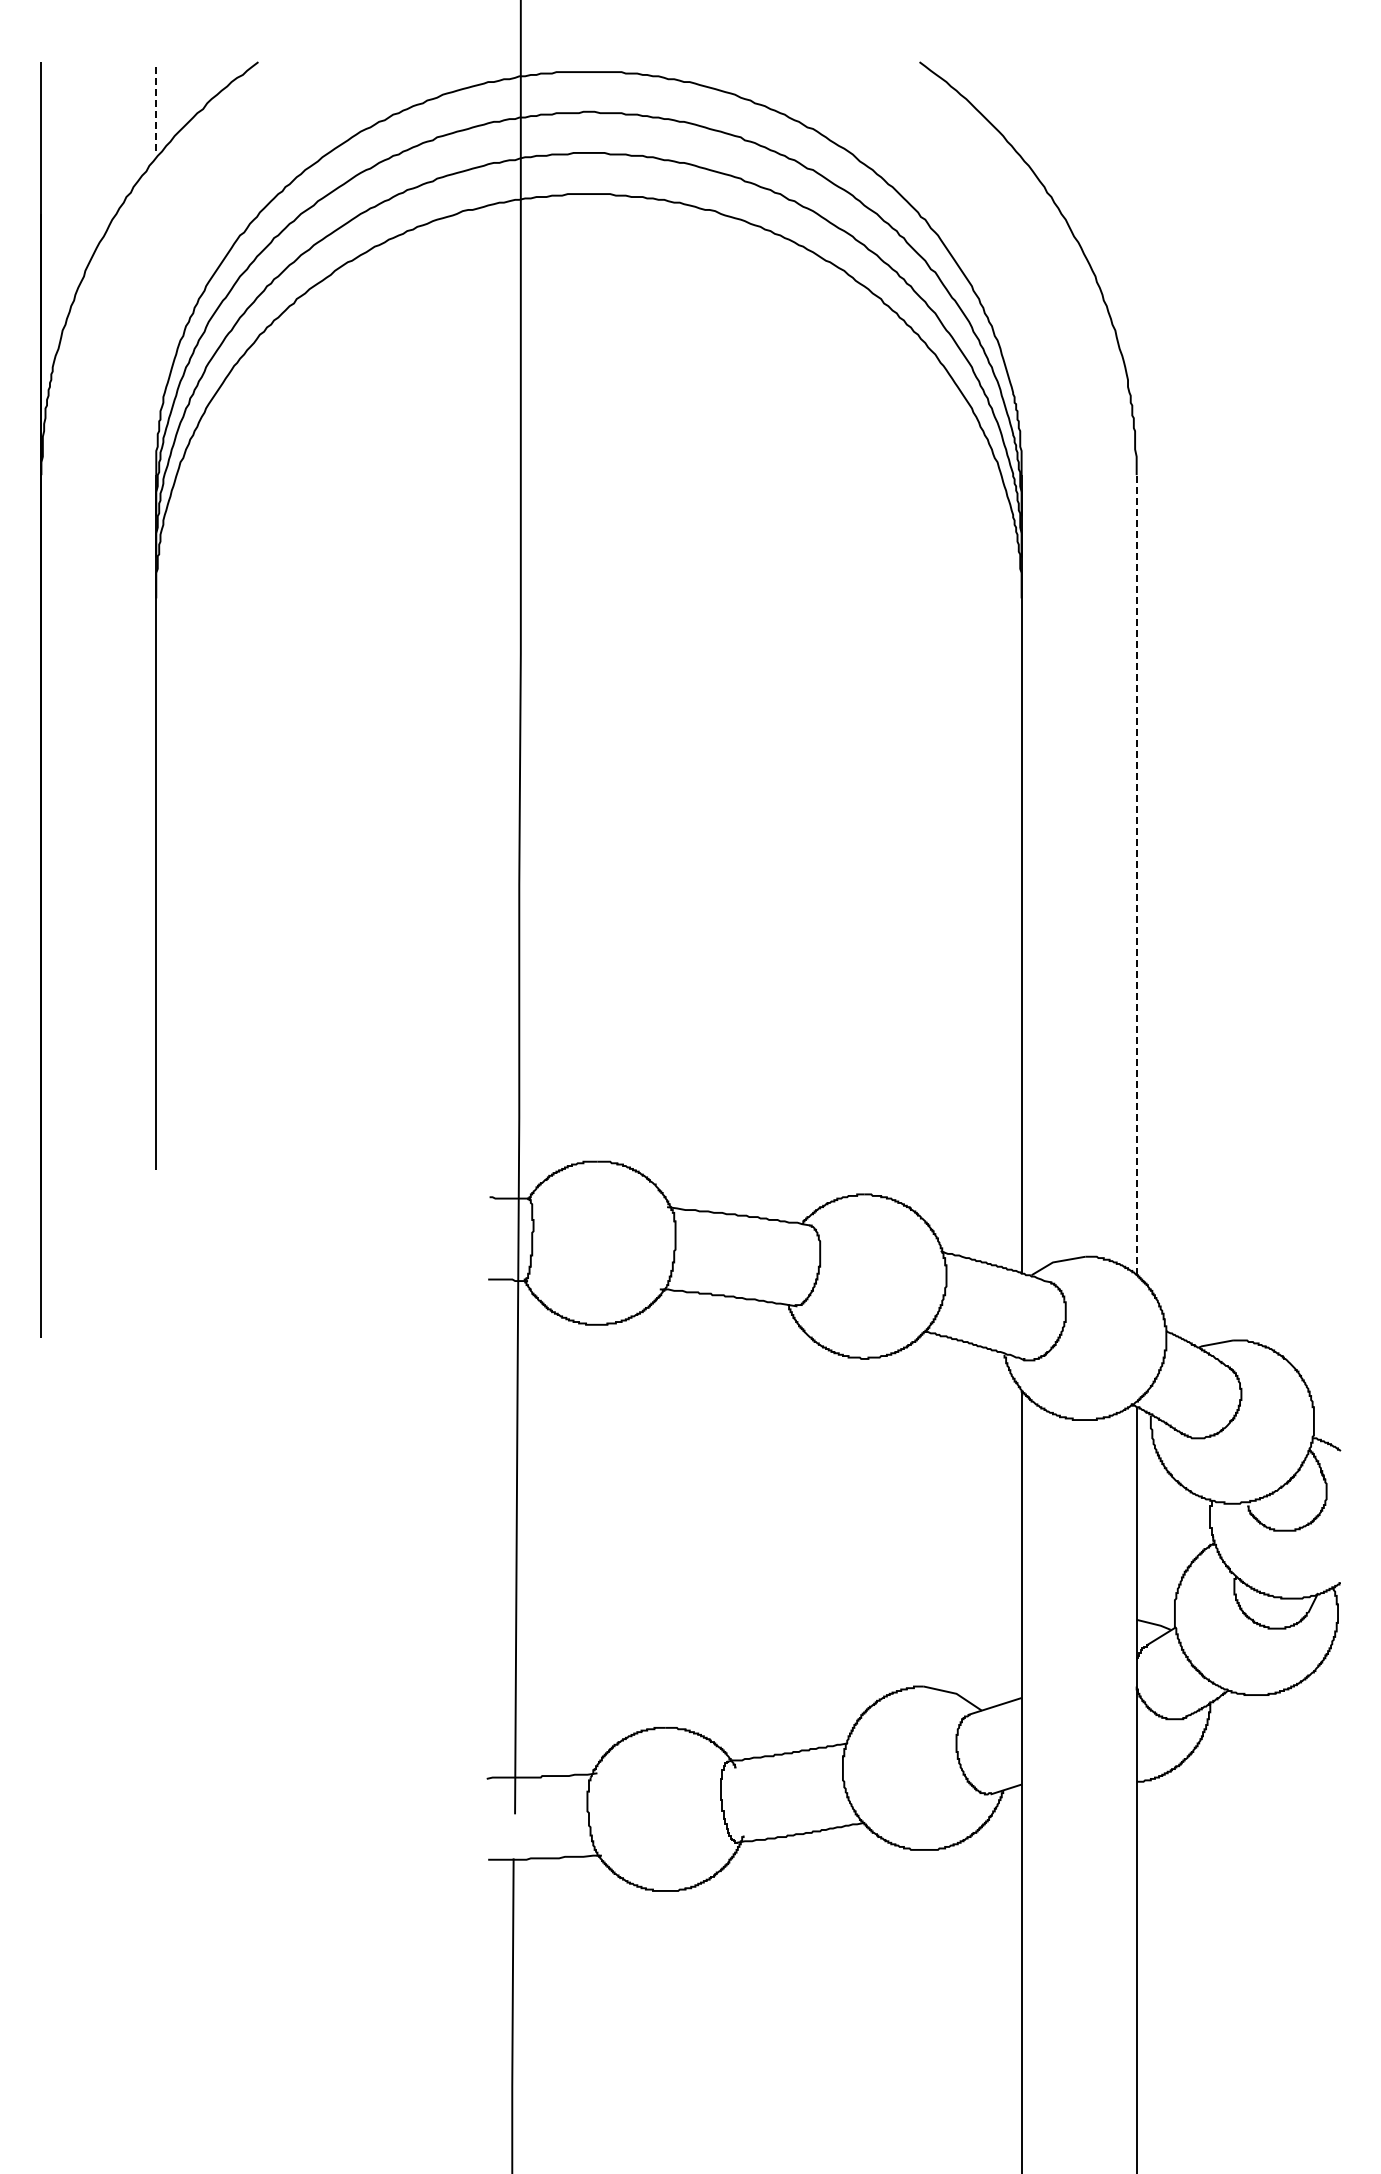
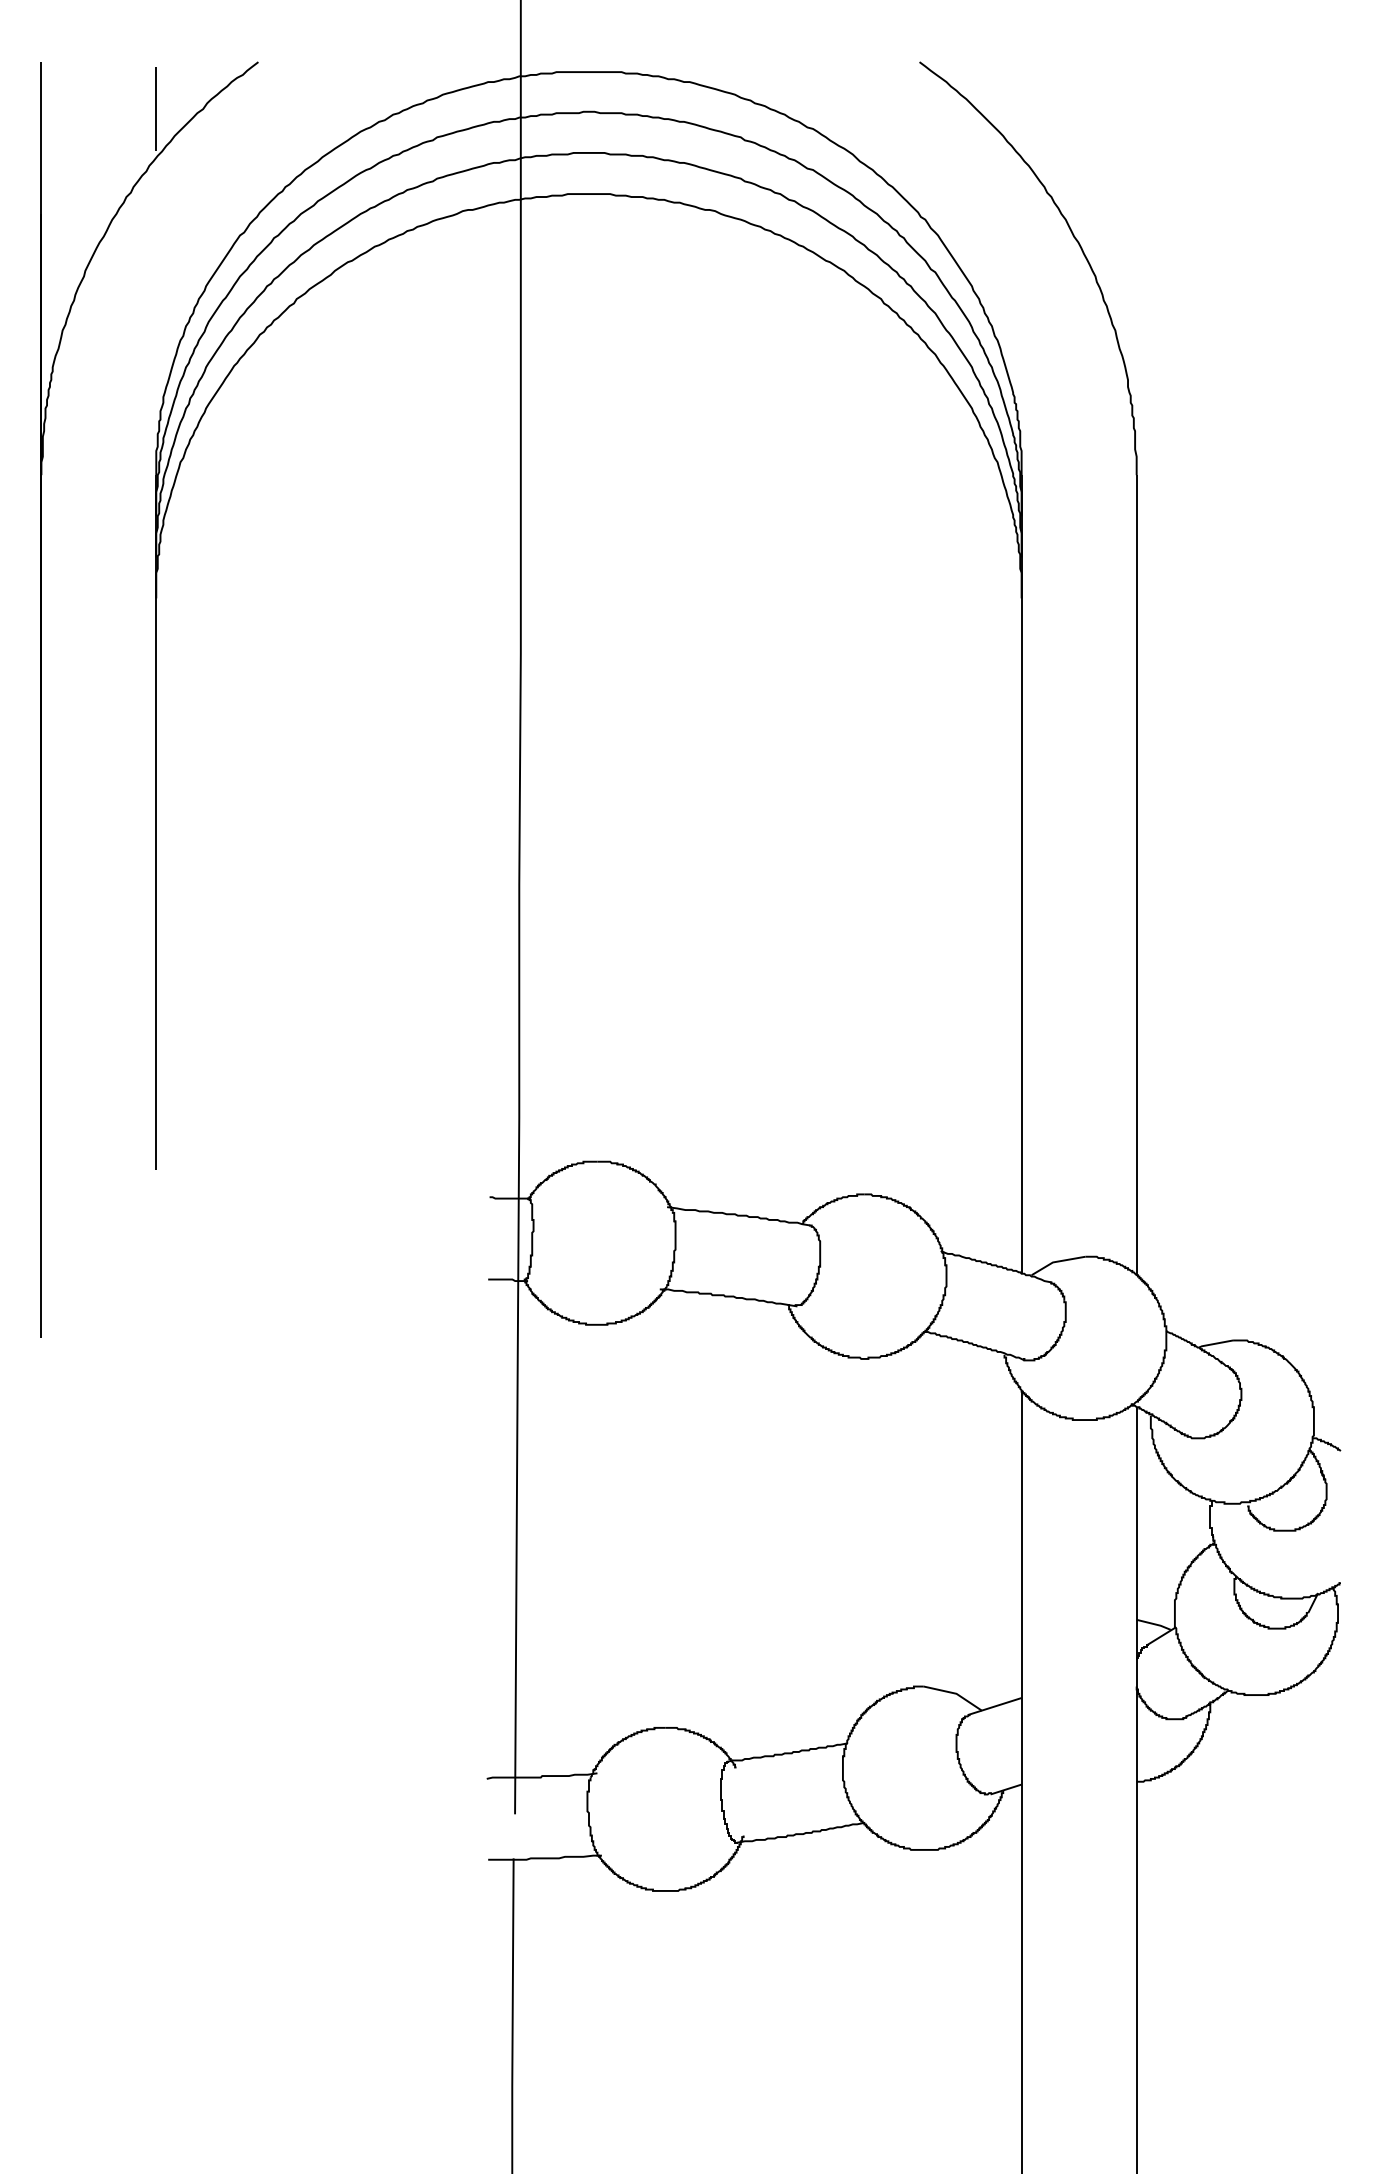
line at (156, 108): dashed -> solid
line at (1136, 874): dashed -> solid
